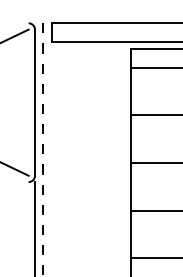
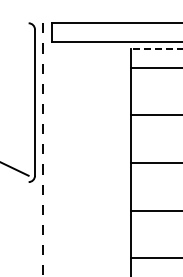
line at (15, 35): present -> none
line at (157, 48): solid -> dashed
line at (35, 227): present -> none
